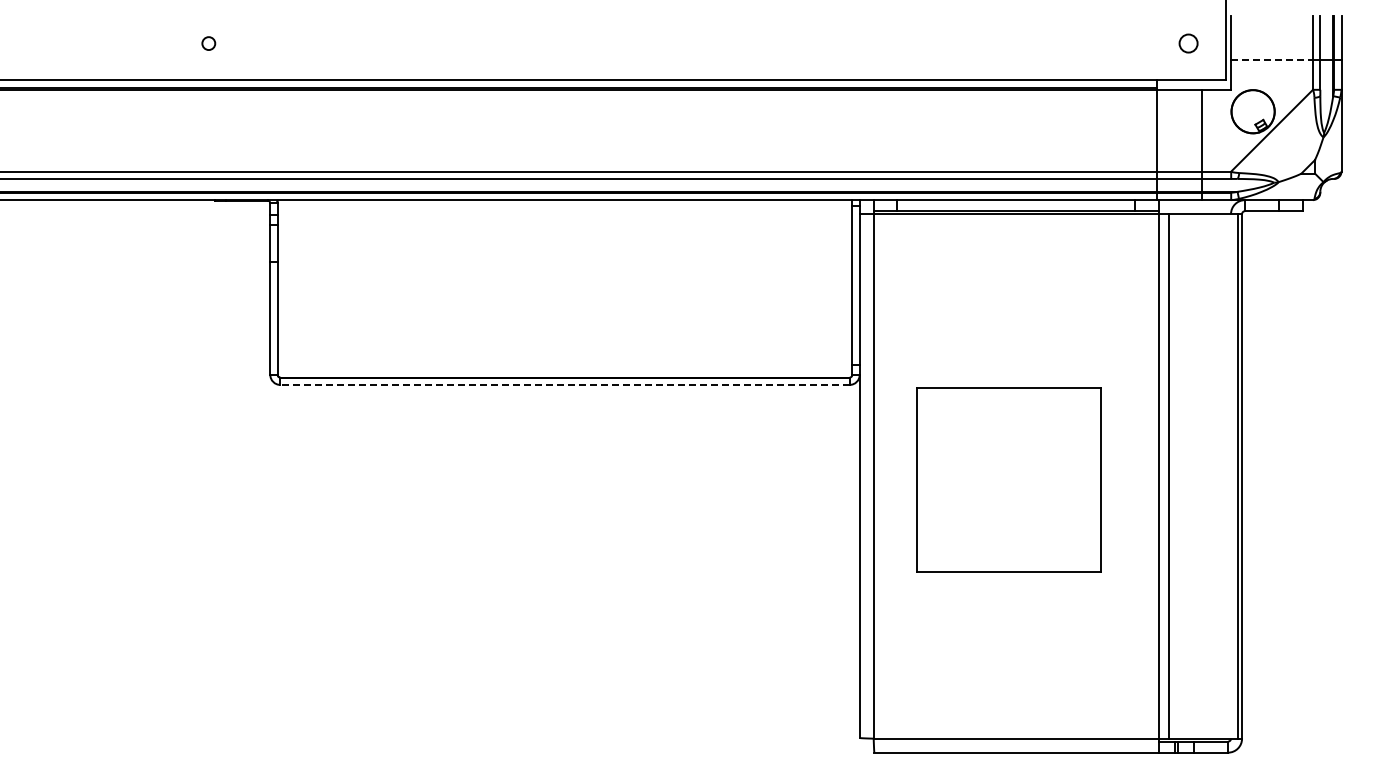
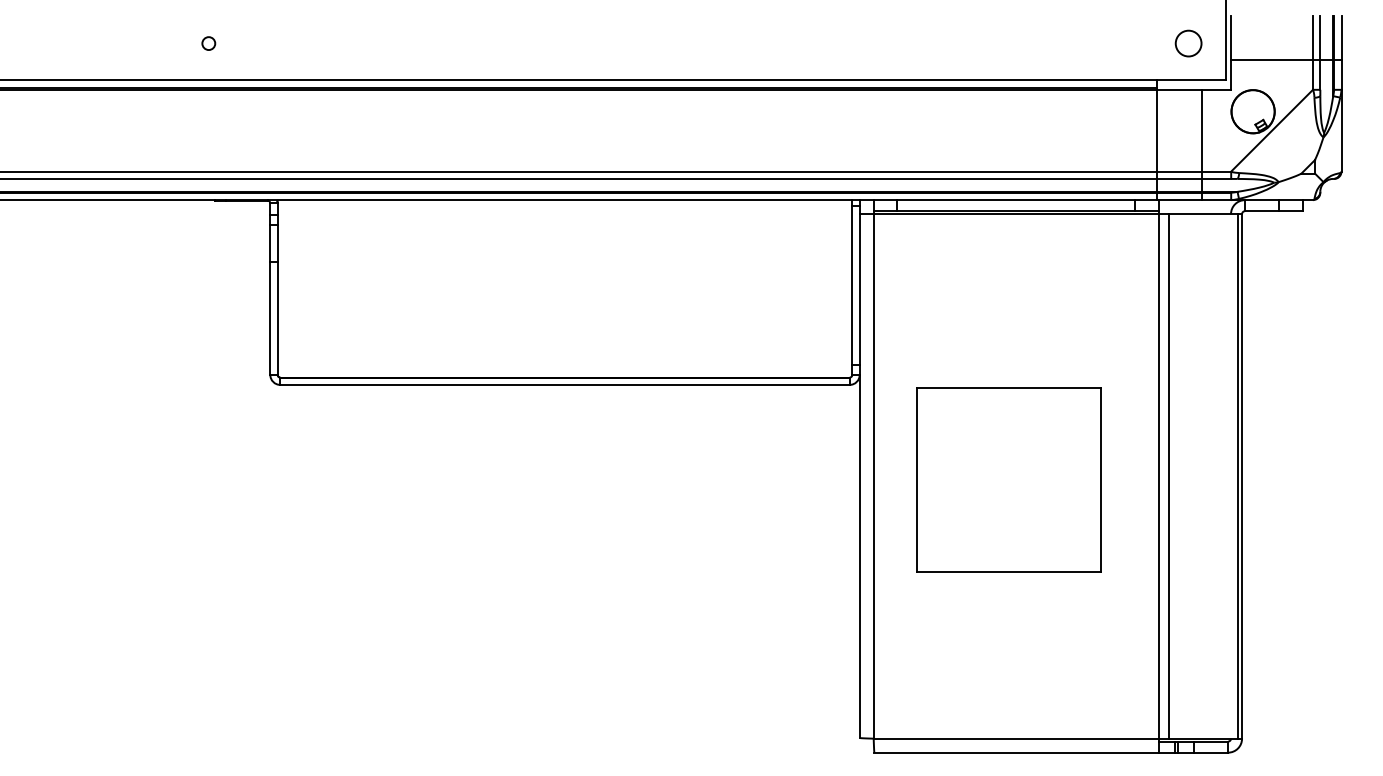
circle at (1188, 43) size: 21x21 px -> 29x29 px
line at (1271, 60): dashed -> solid
line at (565, 384): dashed -> solid
